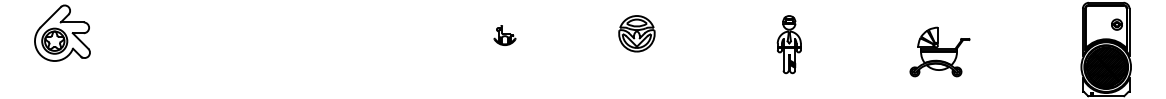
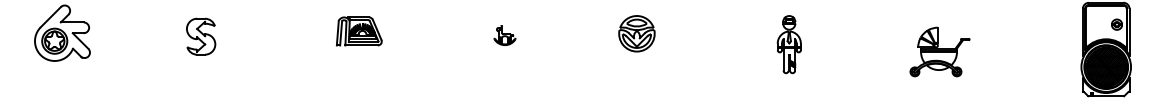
part at (359, 31): none -> present
part at (201, 36): none -> present
